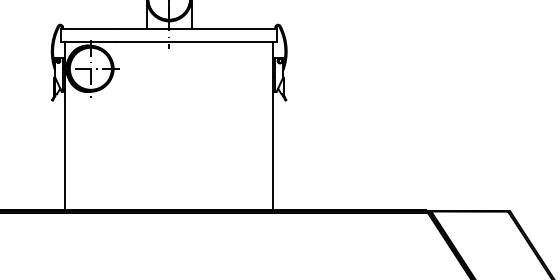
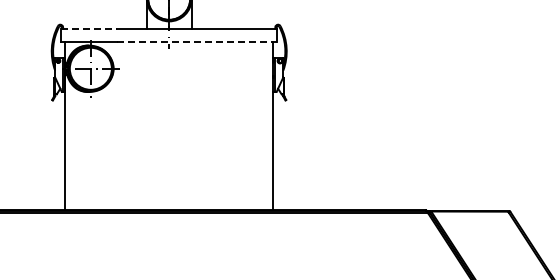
line at (89, 28): solid -> dashed
line at (197, 42): solid -> dashed
